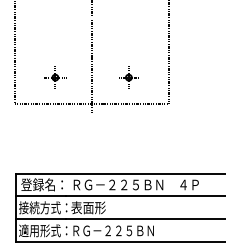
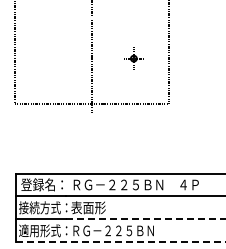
part at (55, 77): present -> none
part at (128, 77) position: (128, 77) -> (133, 58)
line at (146, 219): solid -> dashed
line at (121, 242): solid -> dashed
